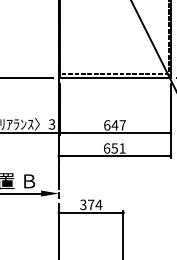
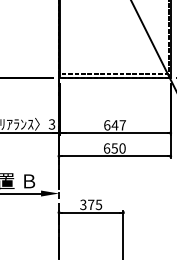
text at (122, 148): 651 -> 650
text at (98, 204): 374 -> 375
